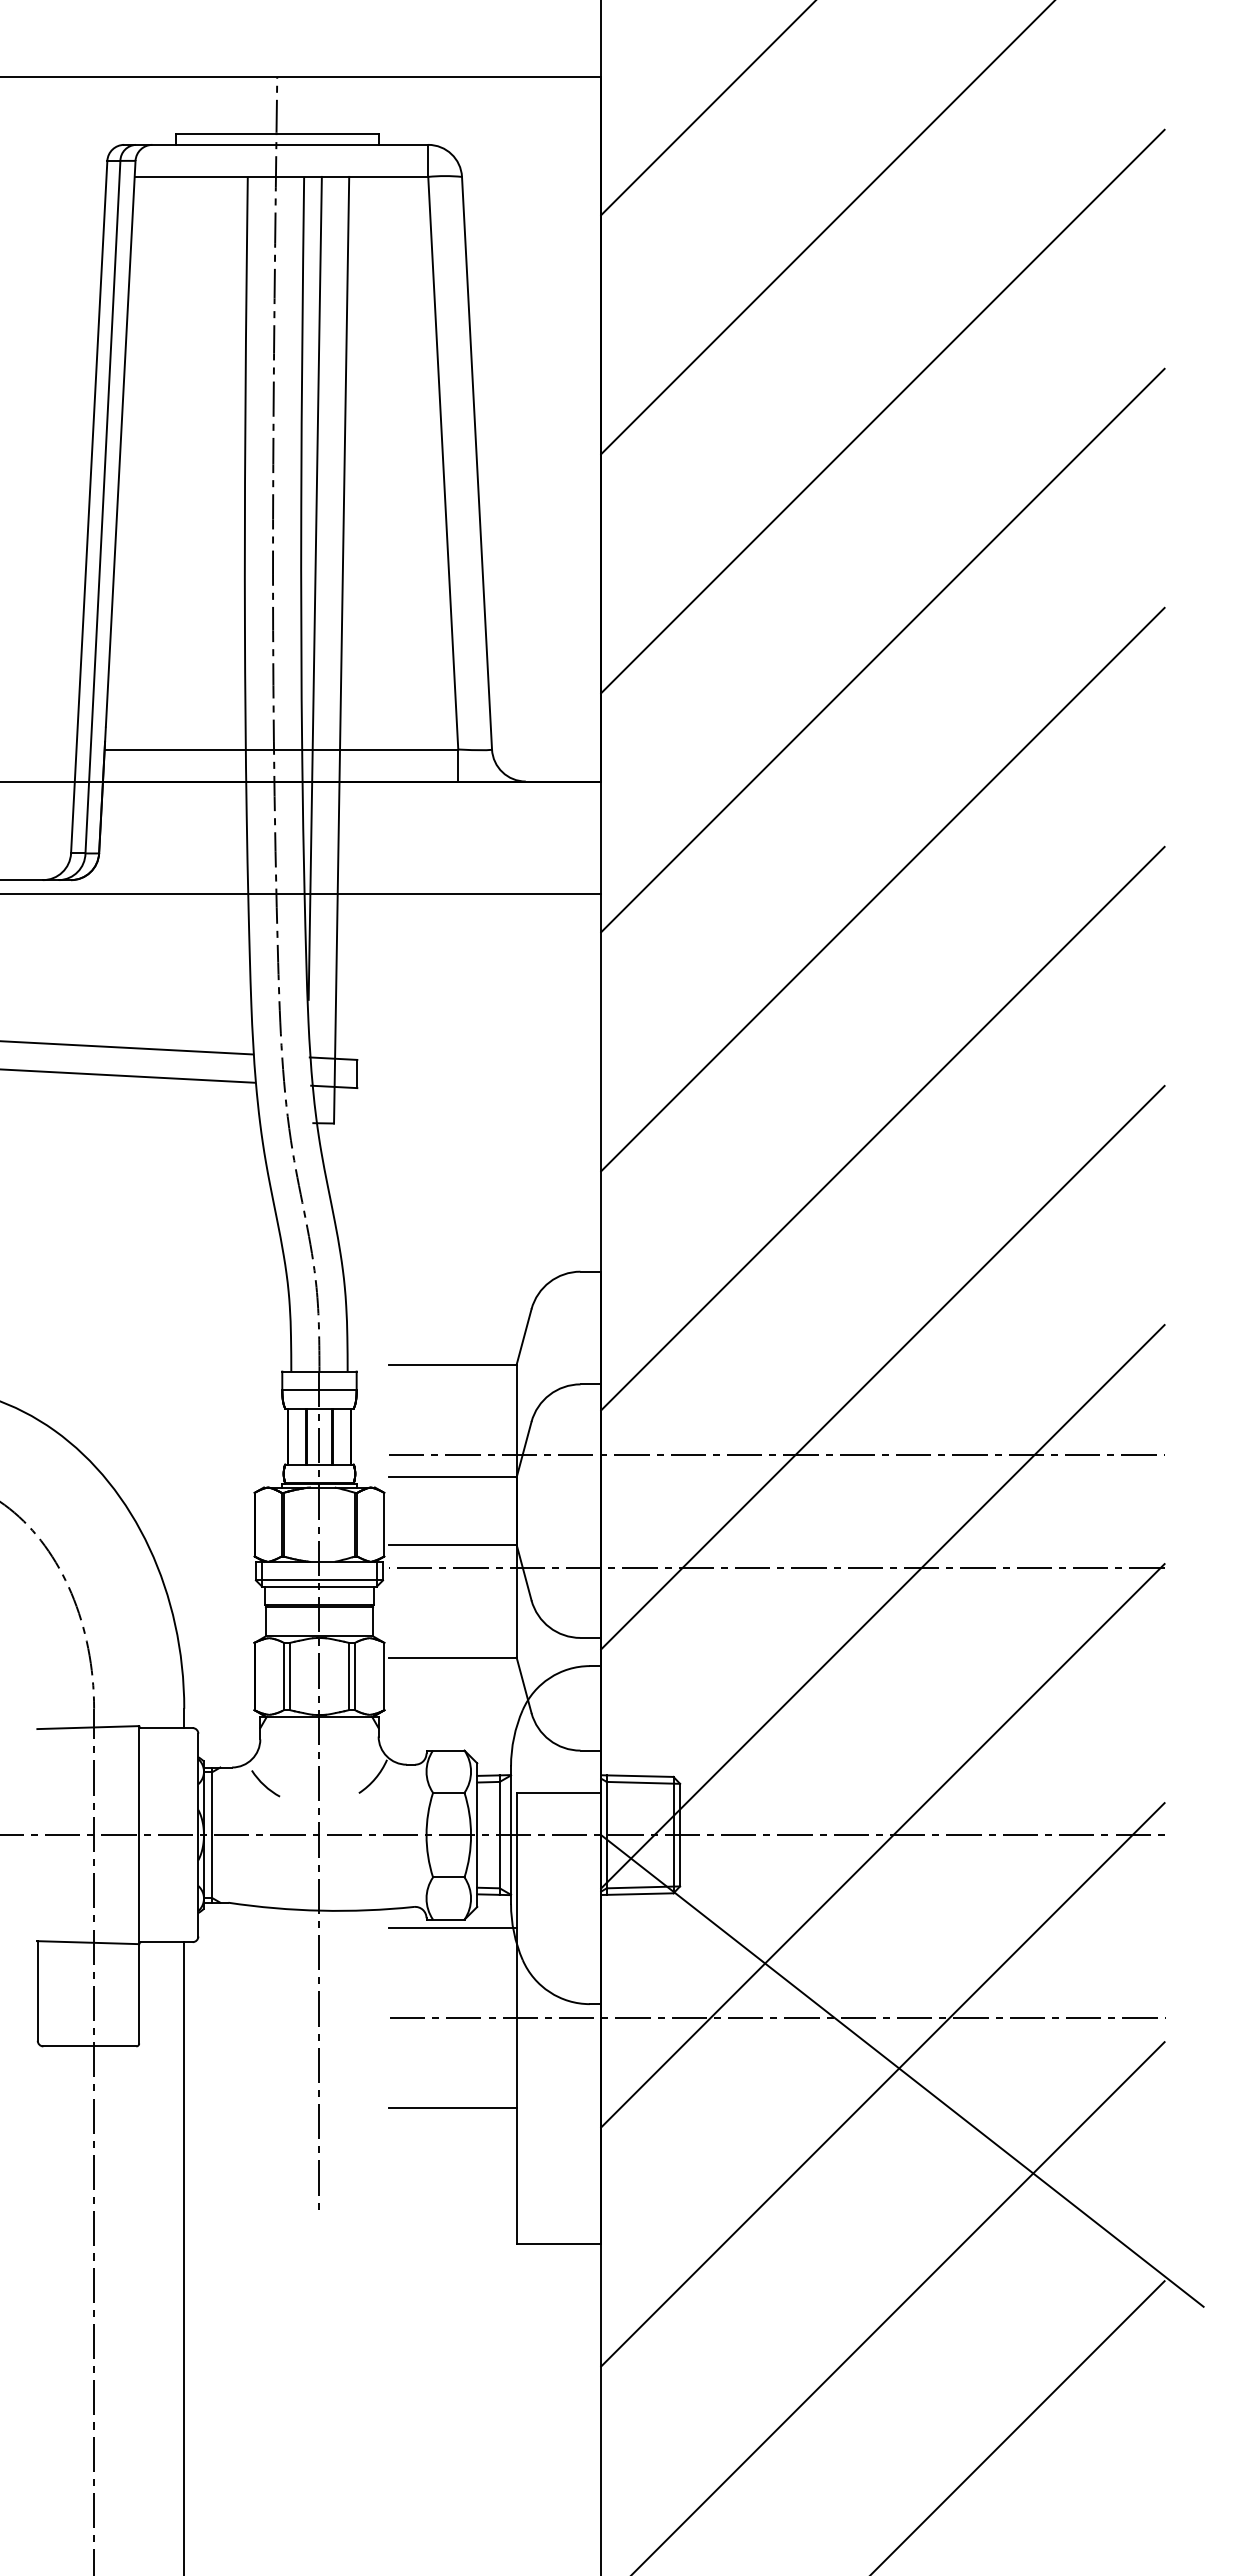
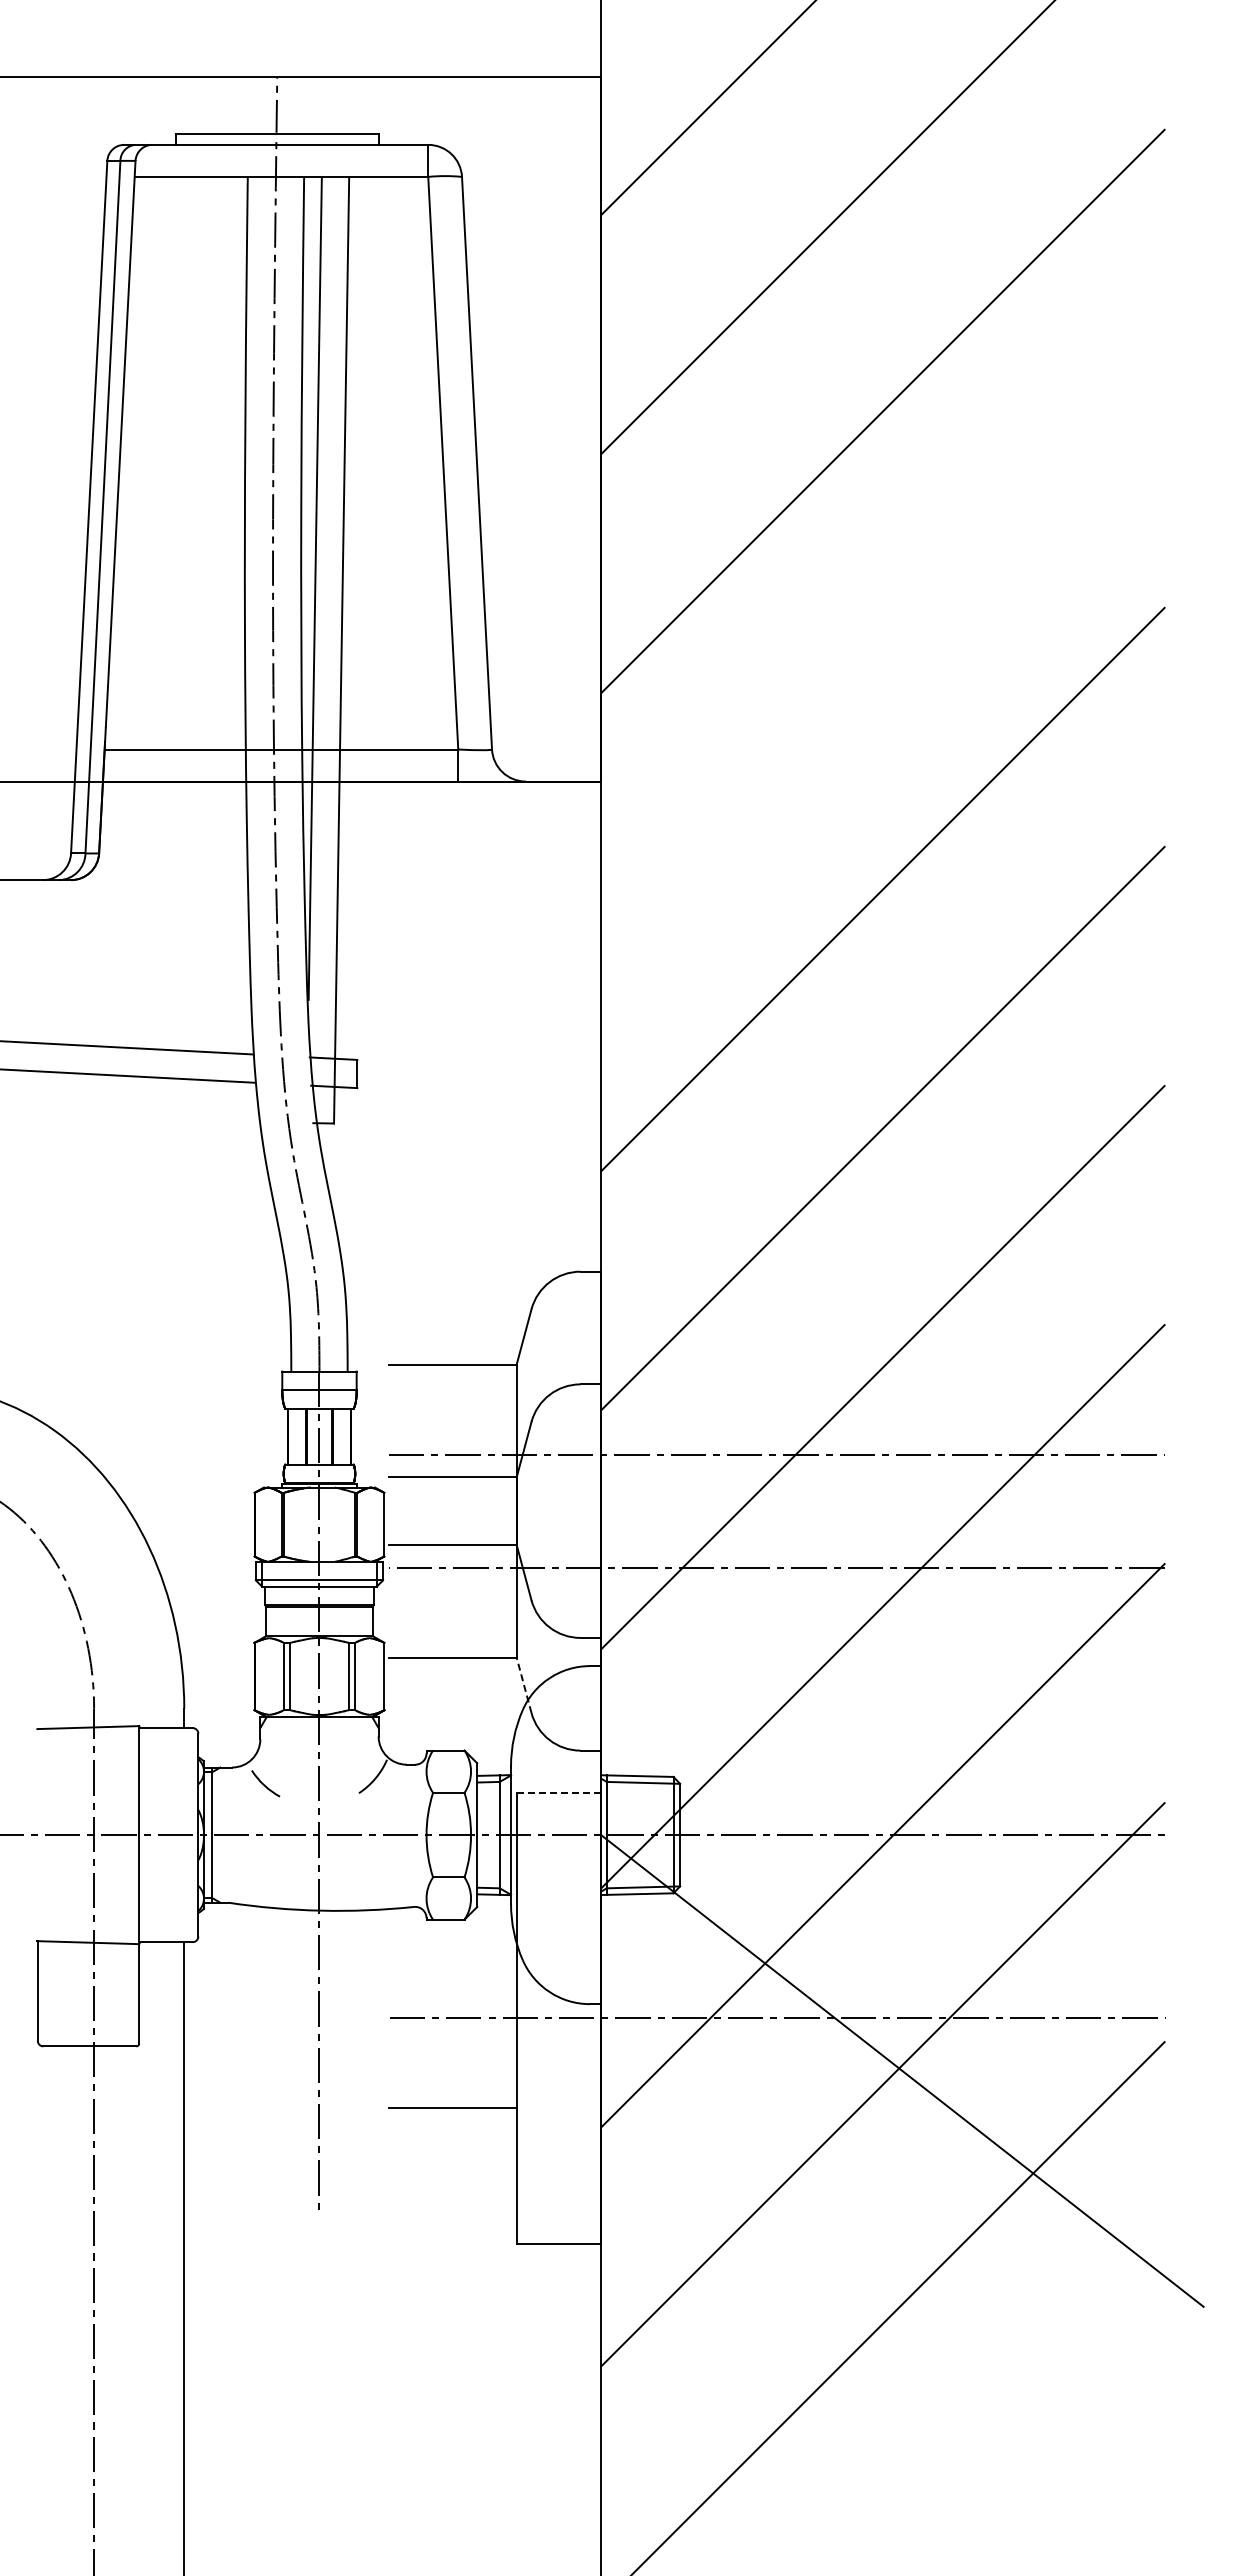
line at (882, 650): present -> none
line at (301, 894): present -> none
line at (524, 1685): solid -> dashed
line at (558, 1792): solid -> dashed
line at (452, 1928): present -> none
line at (1018, 2426): present -> none
